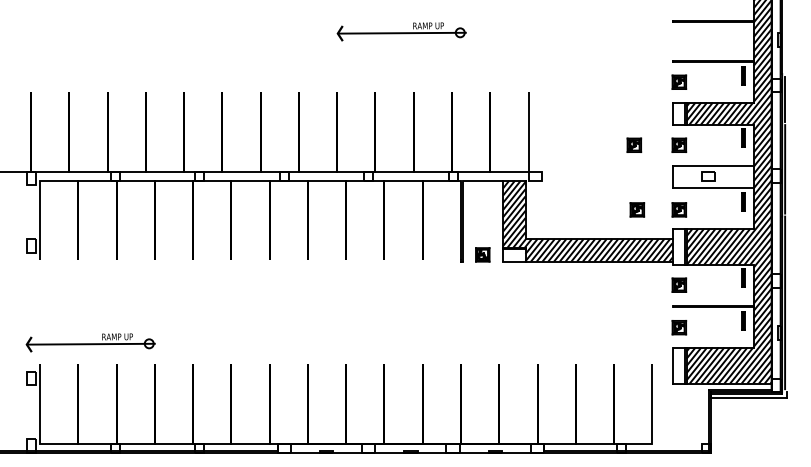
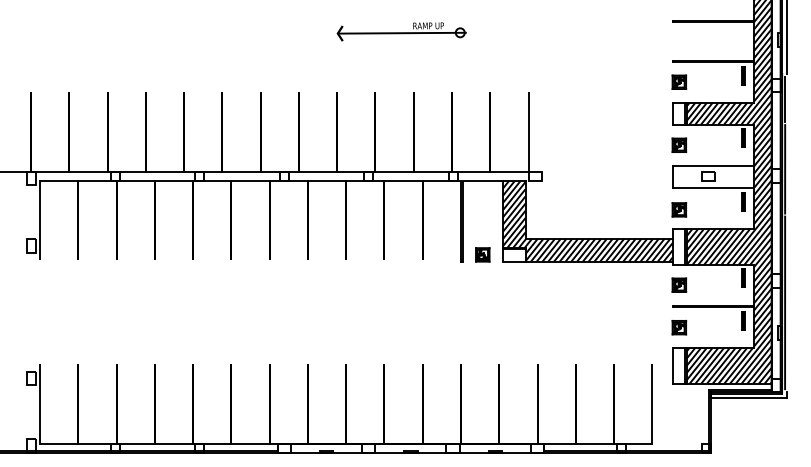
line at (786, 38): none -> present
part at (634, 144): present -> none
part at (637, 209): present -> none
part at (90, 342): present -> none
